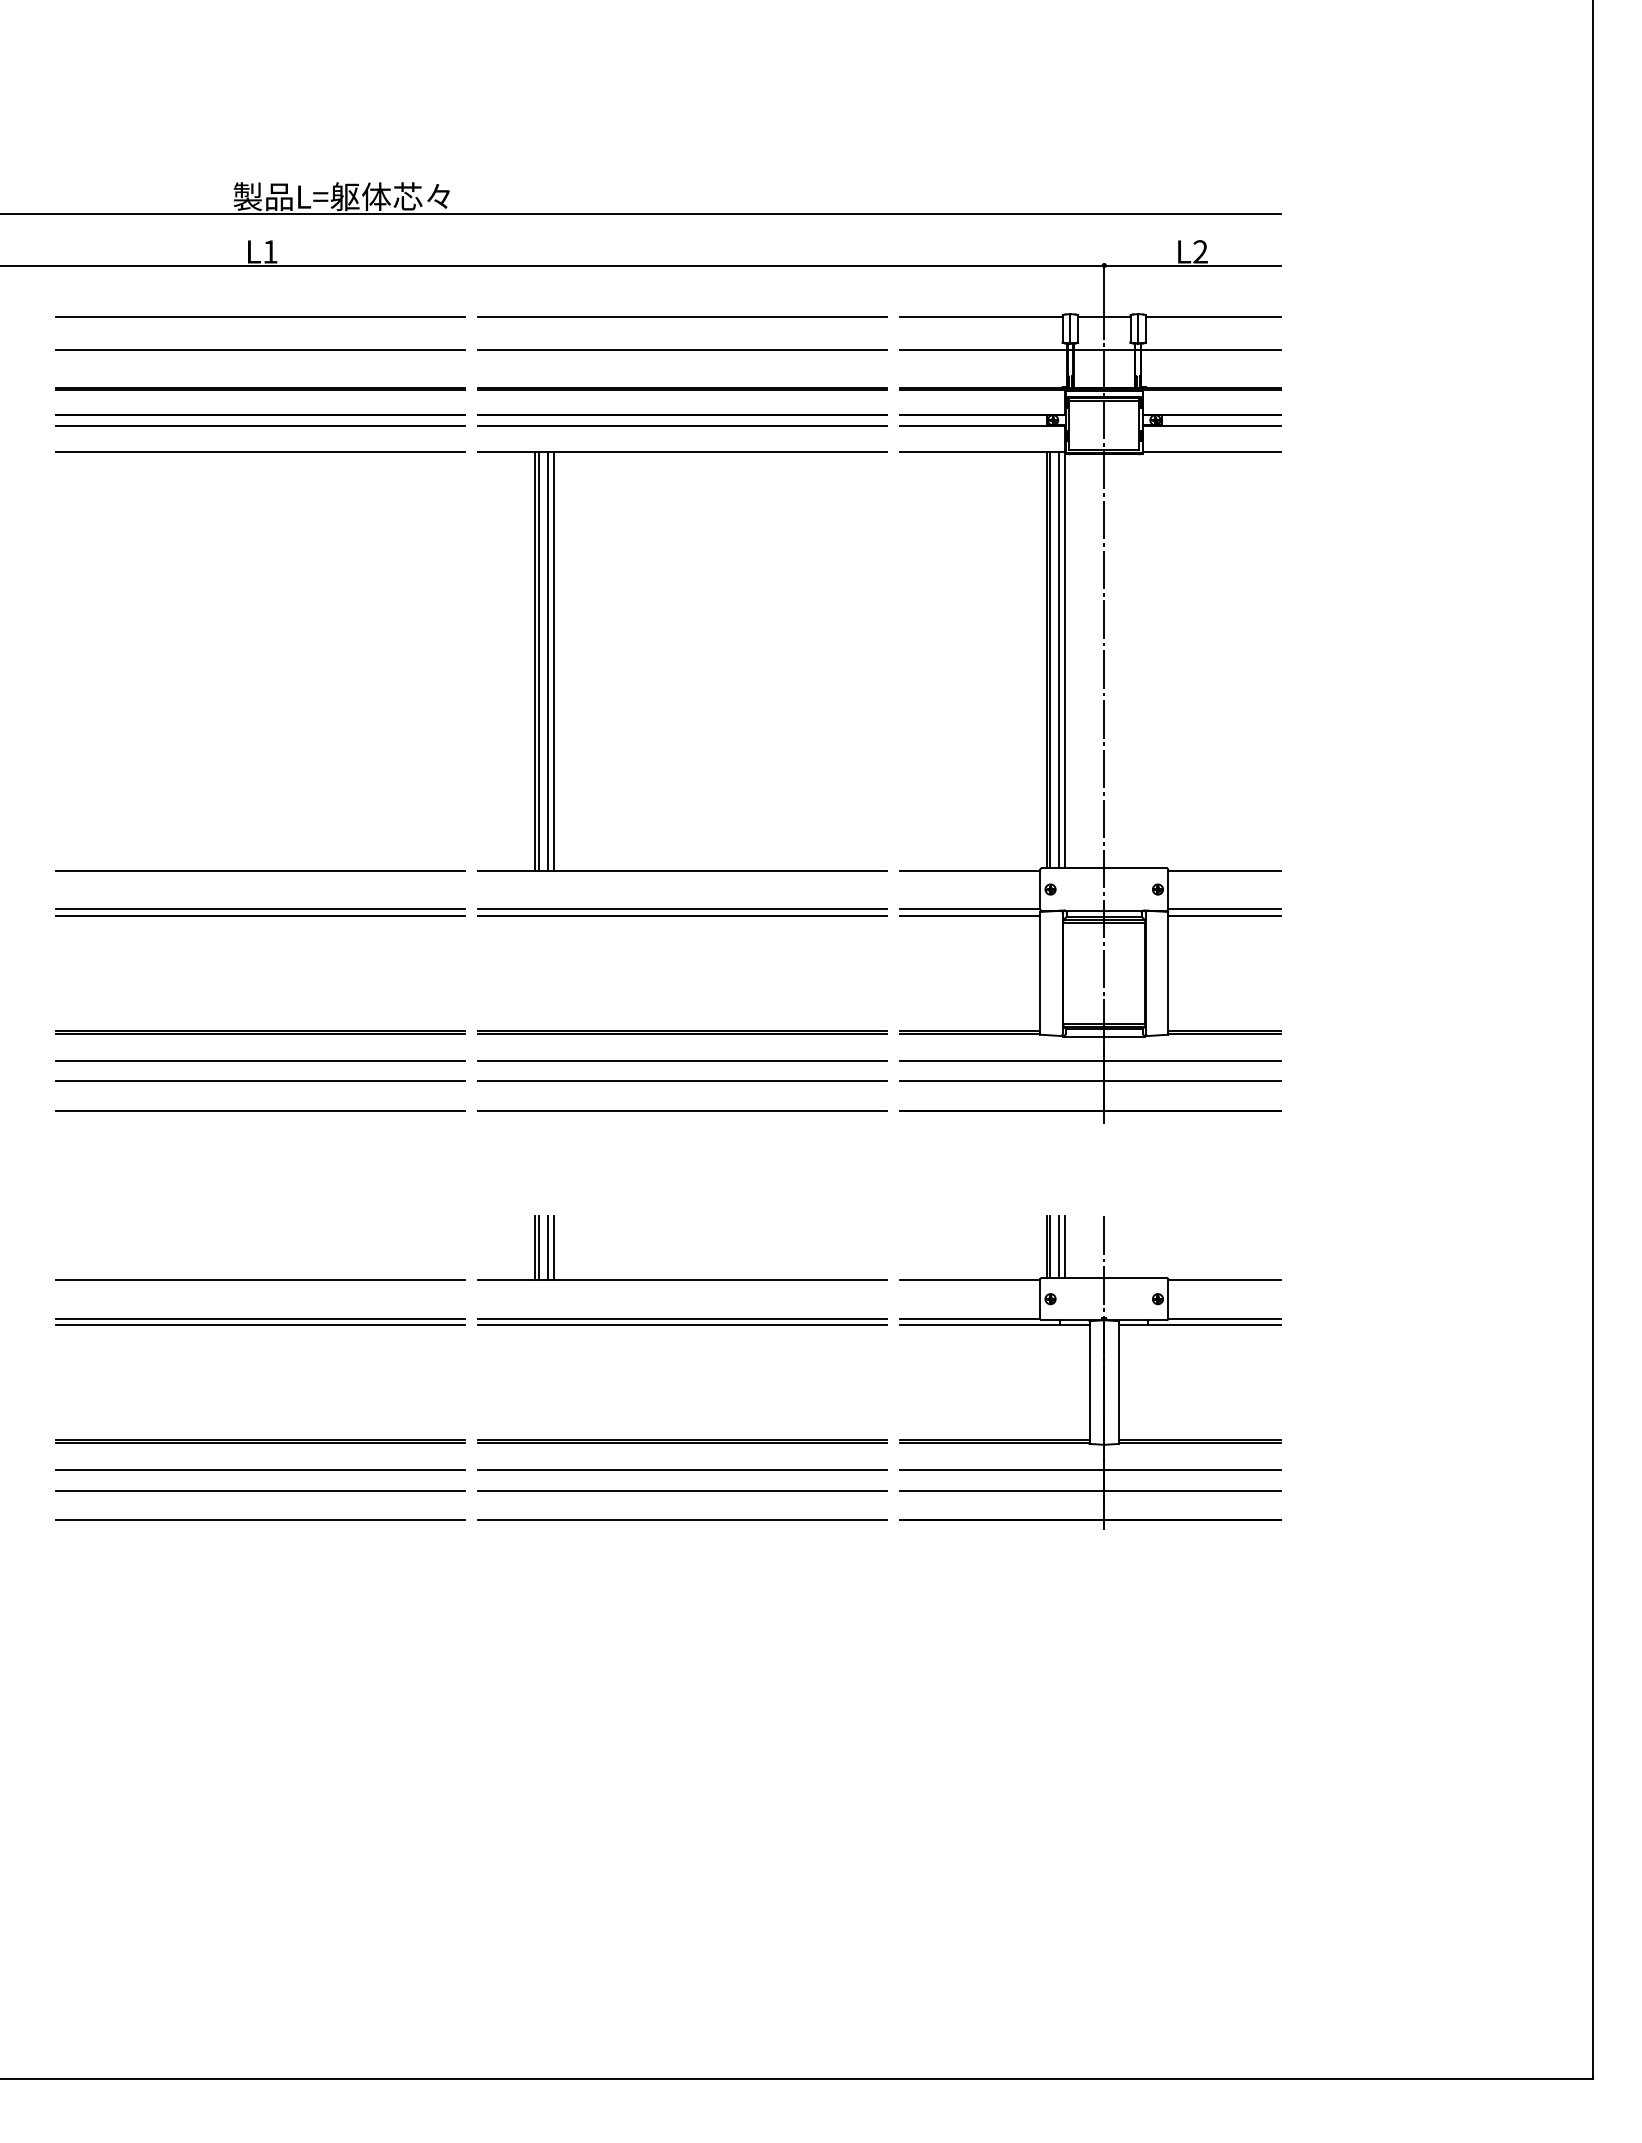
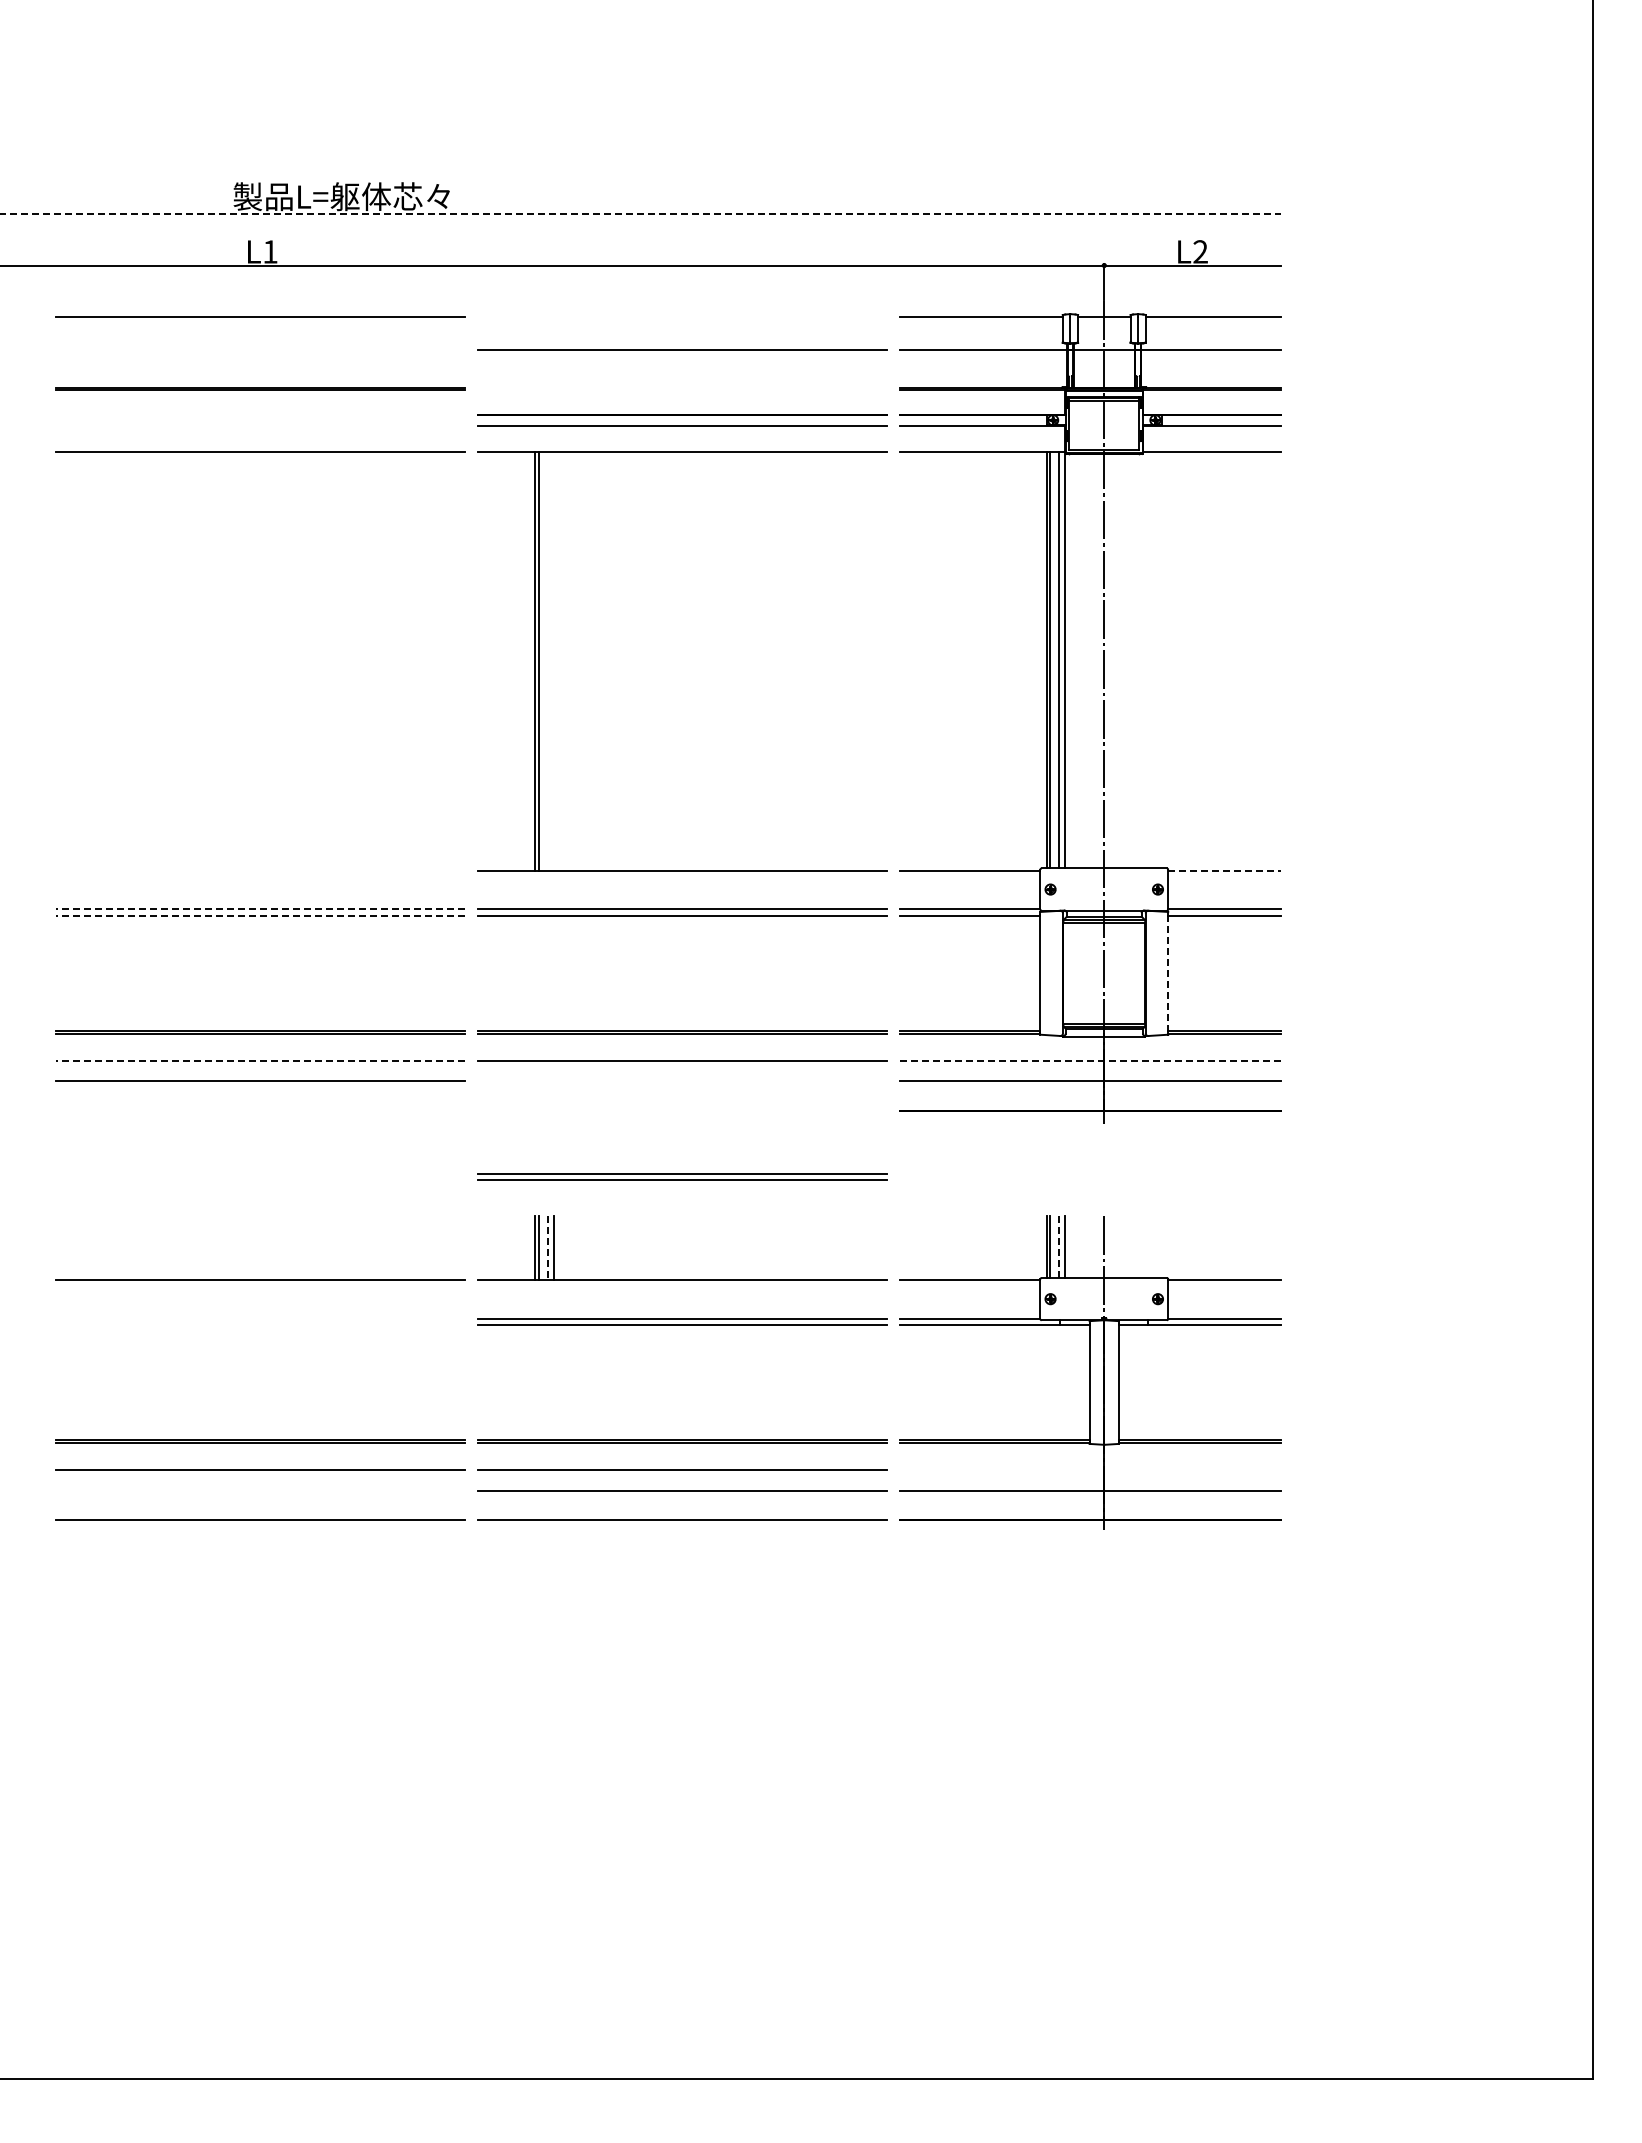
line at (640, 214): solid -> dashed
line at (681, 316): present -> none
line at (259, 350): present -> none
line at (682, 388): present -> none
line at (260, 414): present -> none
line at (259, 426): present -> none
line at (547, 661): present -> none
line at (553, 661): present -> none
line at (259, 871): present -> none
line at (1224, 871): solid -> dashed
line at (260, 909): solid -> dashed
line at (260, 915): solid -> dashed
line at (1168, 973): solid -> dashed
line at (260, 1060): solid -> dashed
line at (1090, 1060): solid -> dashed
line at (681, 1081): present -> none
line at (260, 1110): present -> none
line at (681, 1110): present -> none
part at (682, 1176): none -> present
line at (1059, 1246): solid -> dashed
line at (547, 1248): solid -> dashed
line at (259, 1318): present -> none
line at (259, 1325): present -> none
line at (1090, 1470): present -> none
line at (259, 1490): present -> none
